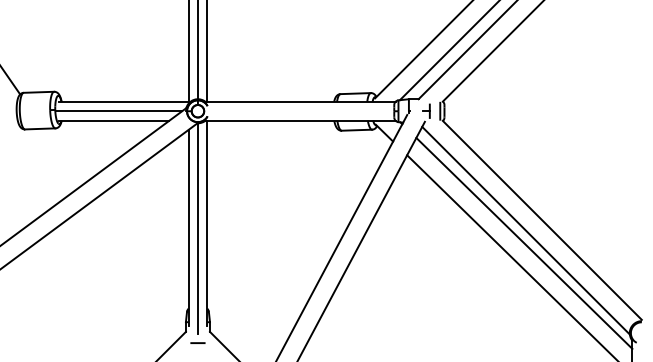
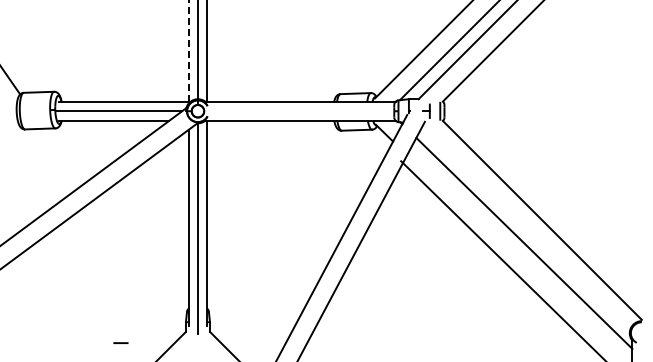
line at (188, 52): solid -> dashed
line at (526, 230): present -> none
line at (511, 256) position: (511, 256) -> (502, 259)
line at (197, 342) position: (197, 342) -> (120, 342)
